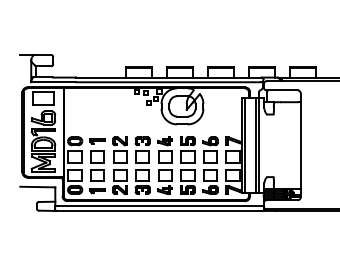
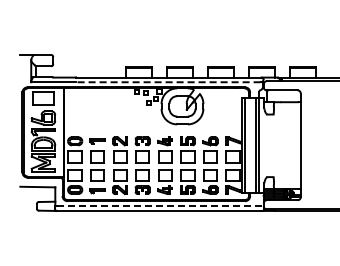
line at (168, 82): solid -> dashed
line at (161, 206): solid -> dashed
